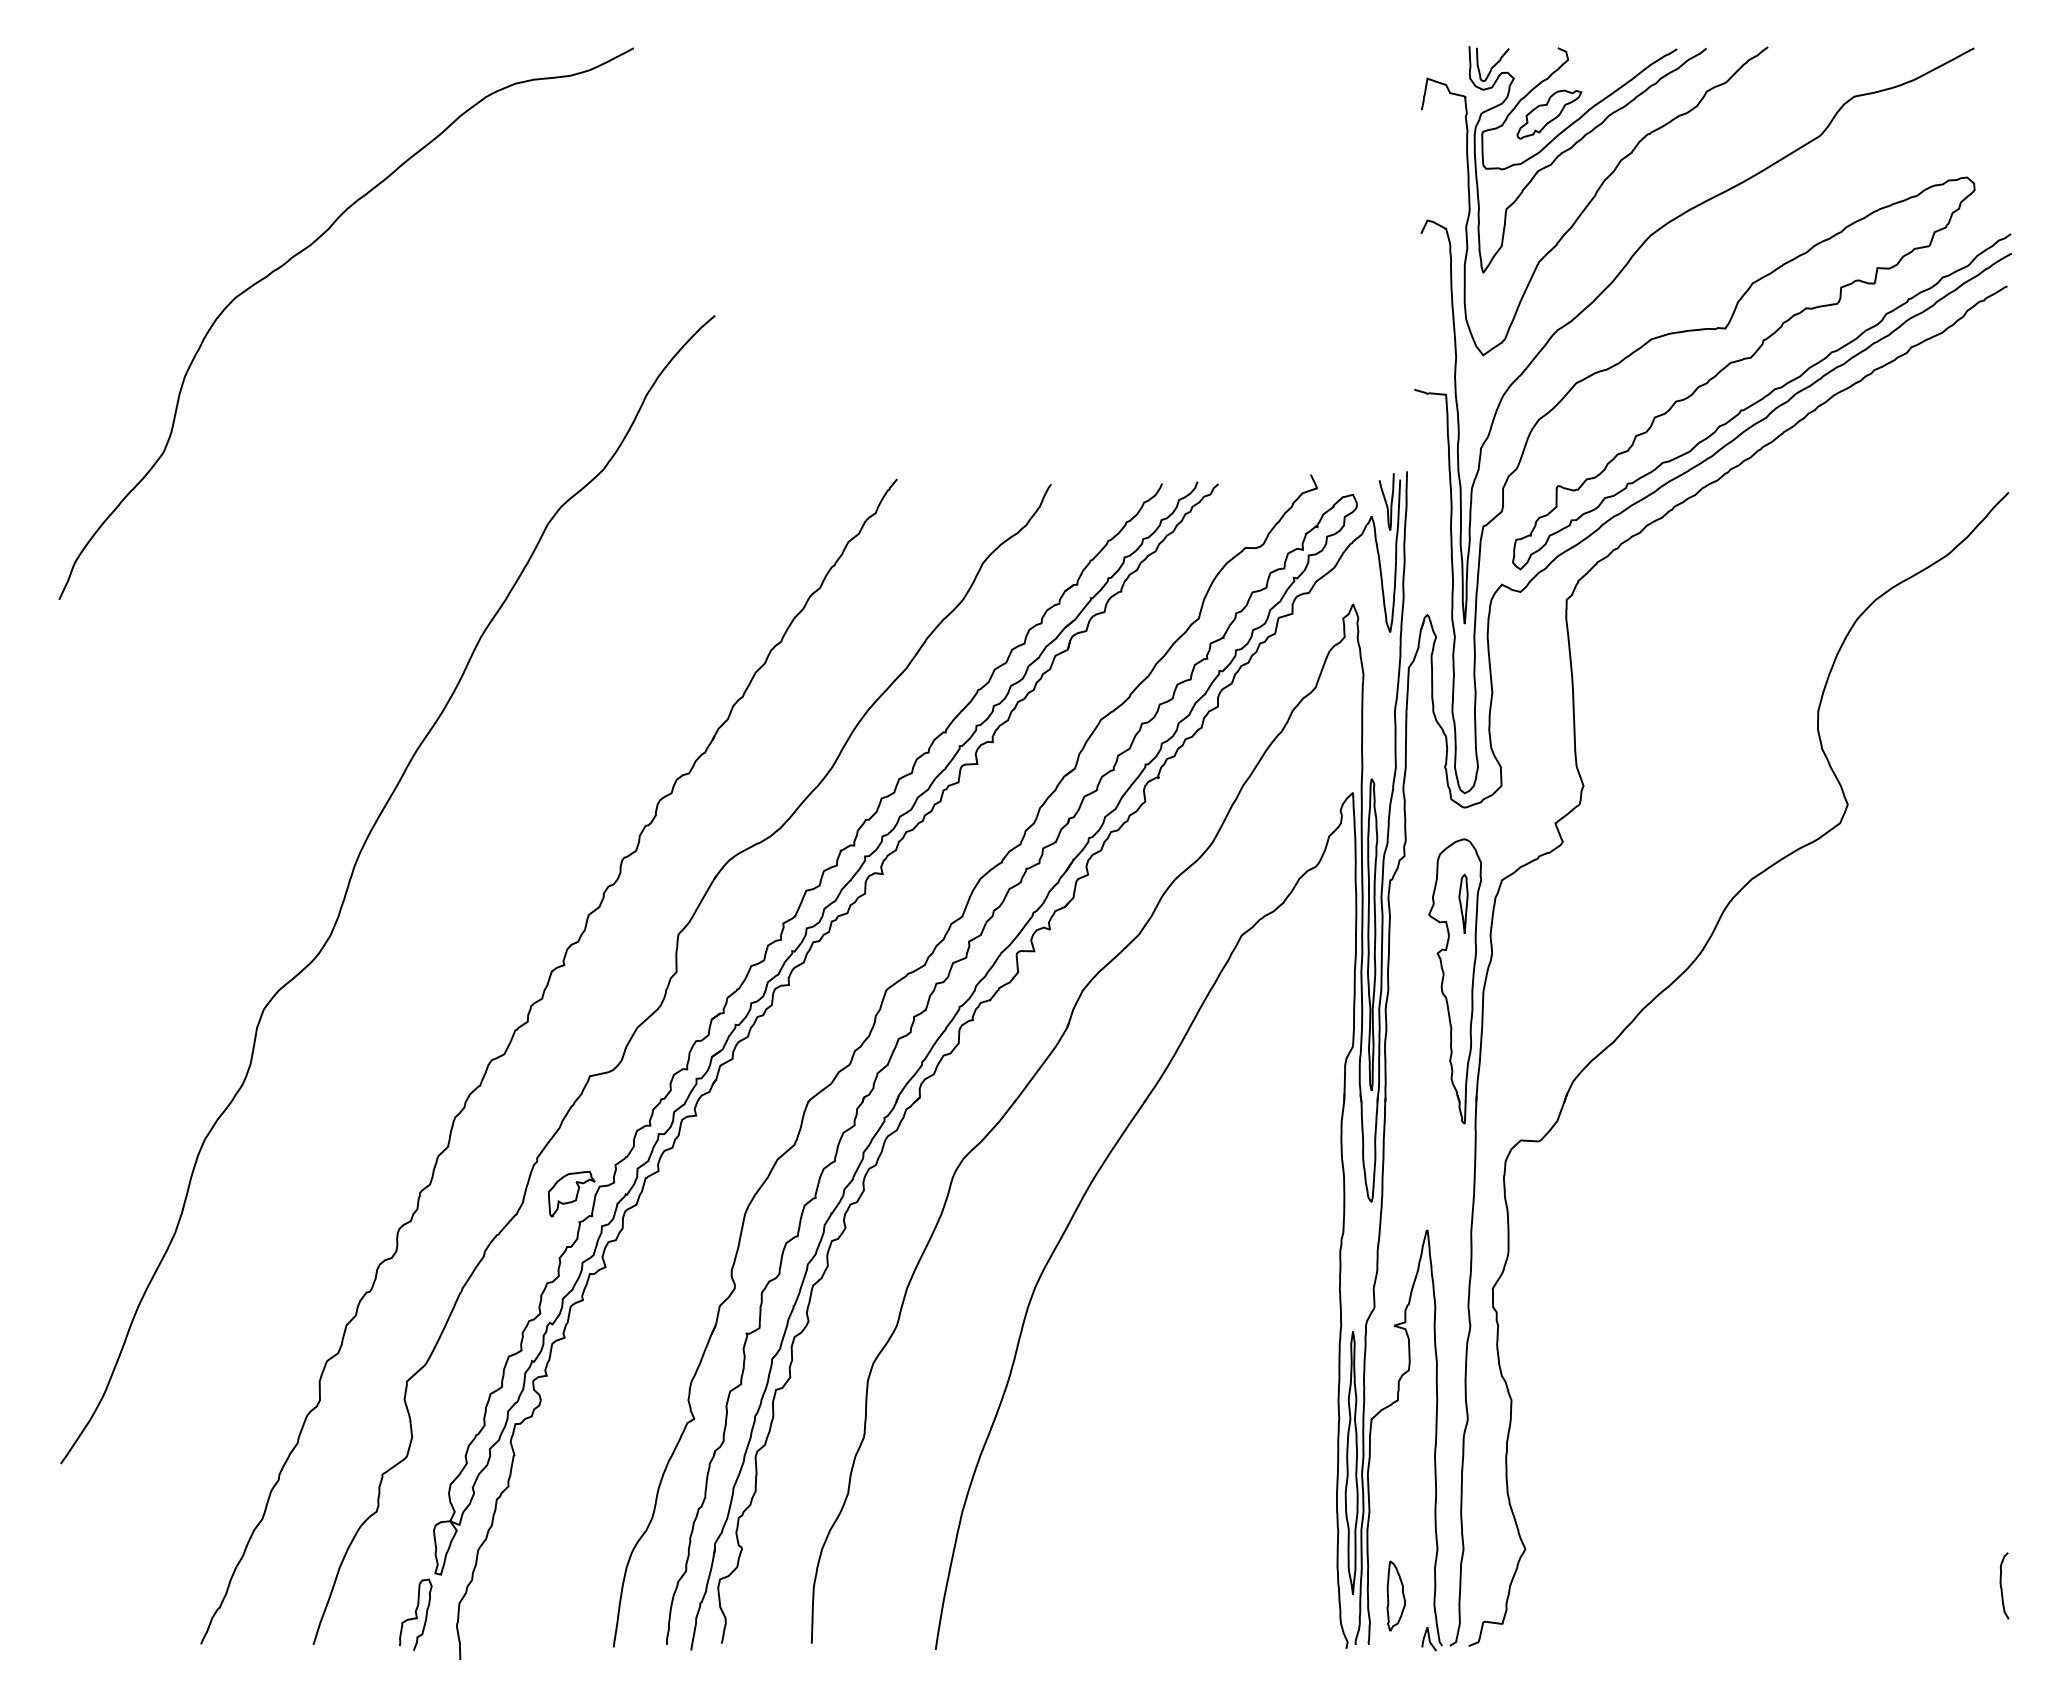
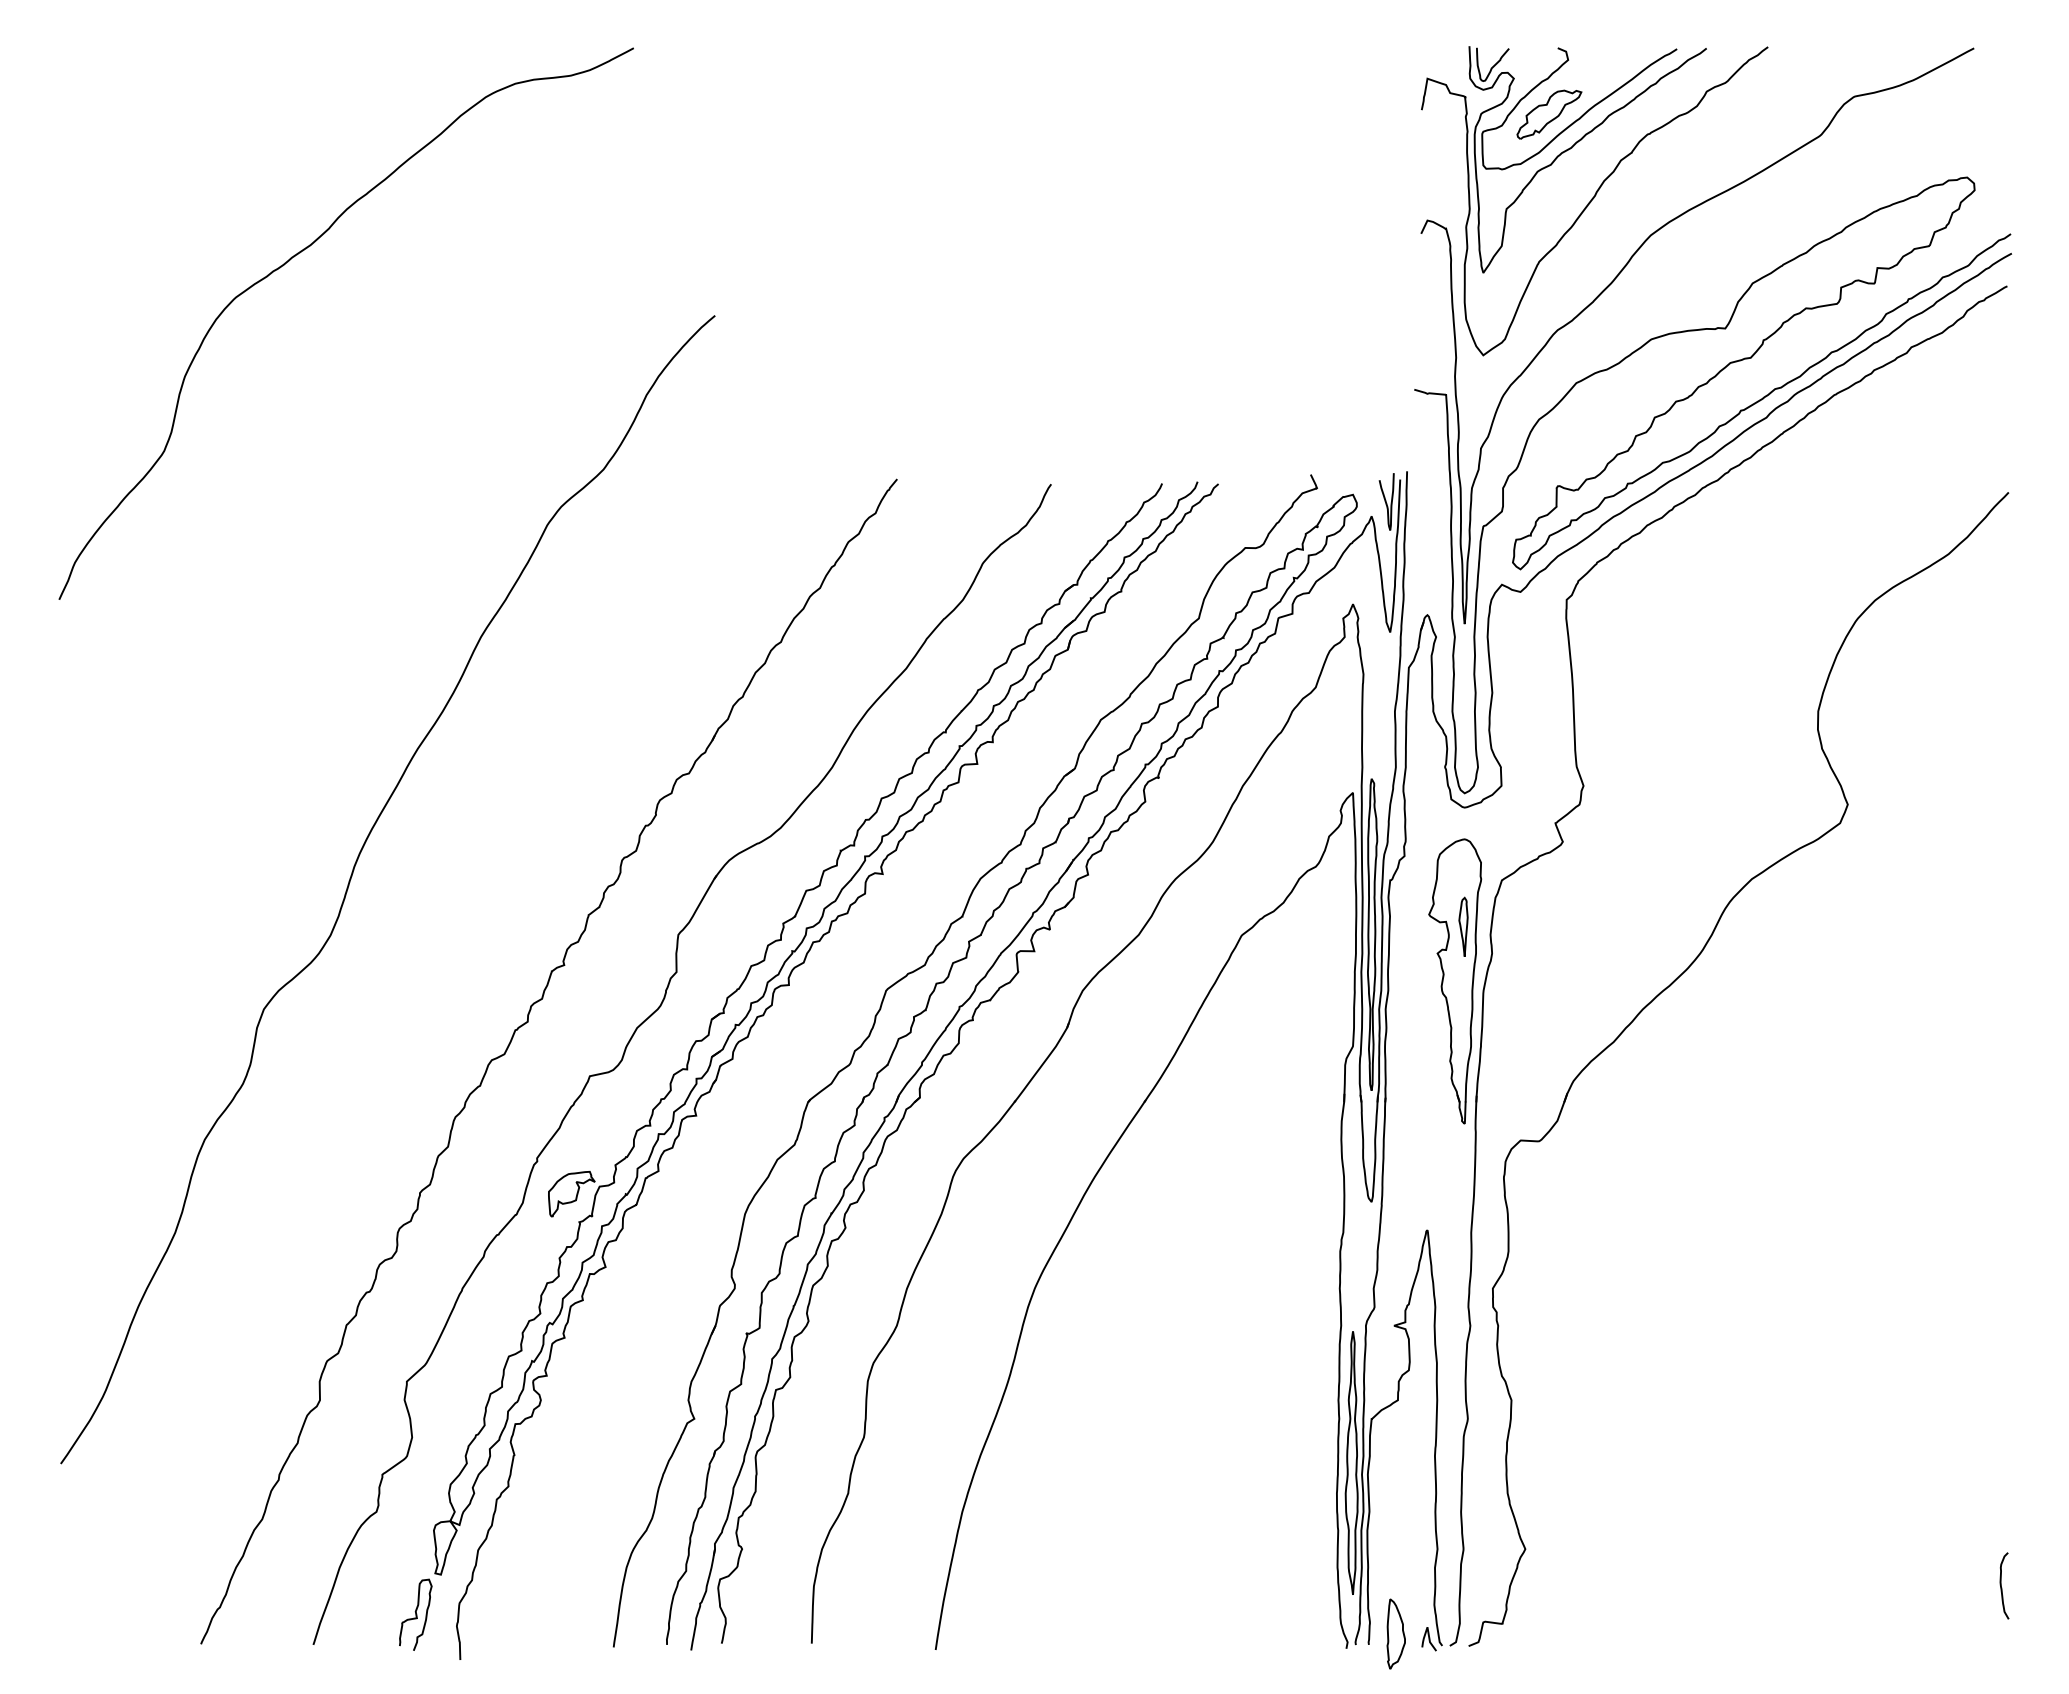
part at (1463, 903) position: (1463, 903) -> (1463, 926)
part at (1395, 1595) position: (1395, 1595) -> (1395, 1633)
